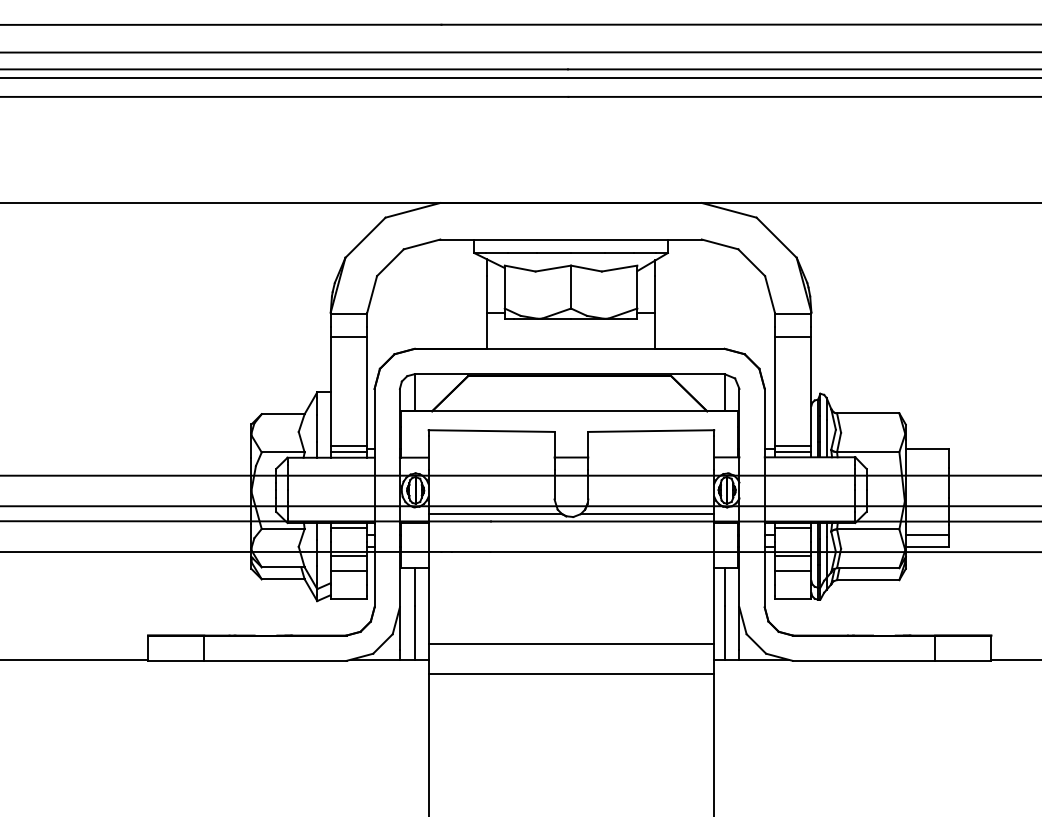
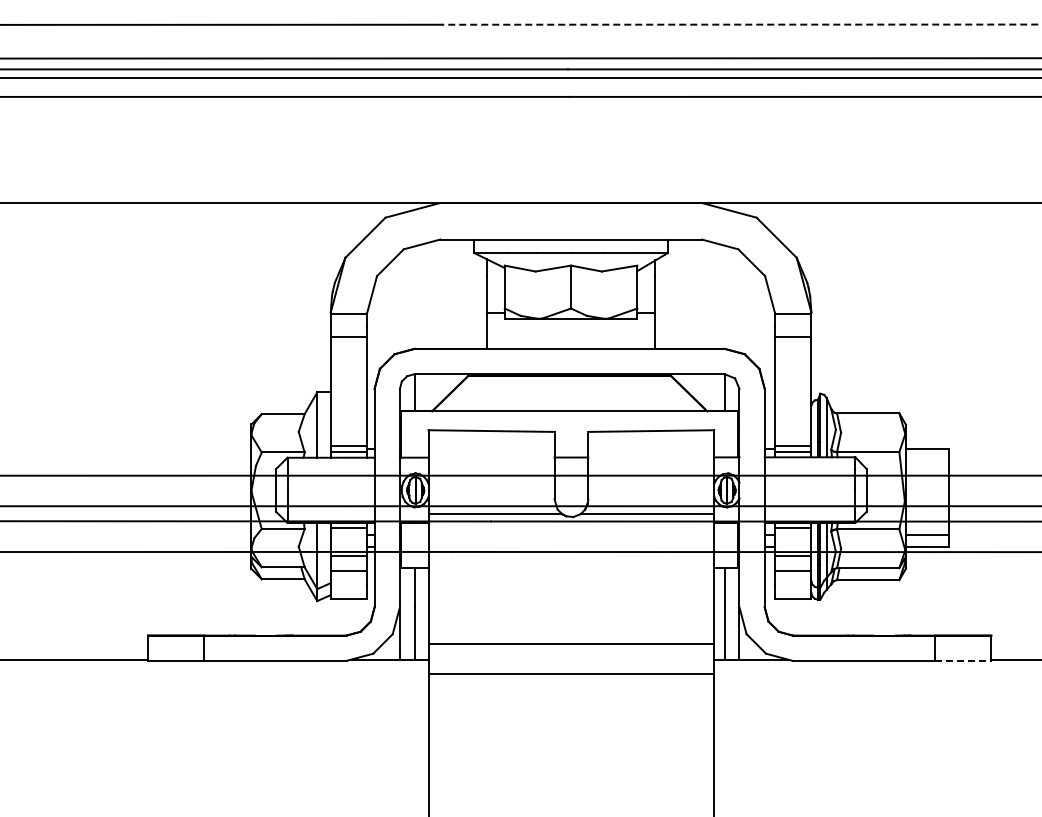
line at (741, 24): solid -> dashed
line at (520, 52) position: (520, 52) -> (520, 58)
line at (963, 660): solid -> dashed
